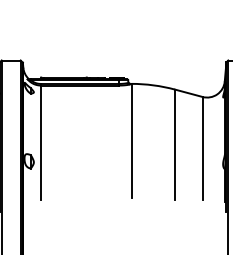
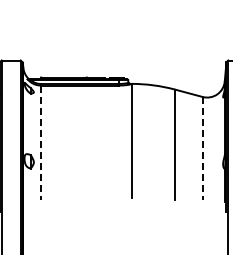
line at (40, 143): solid -> dashed
line at (202, 148): solid -> dashed
